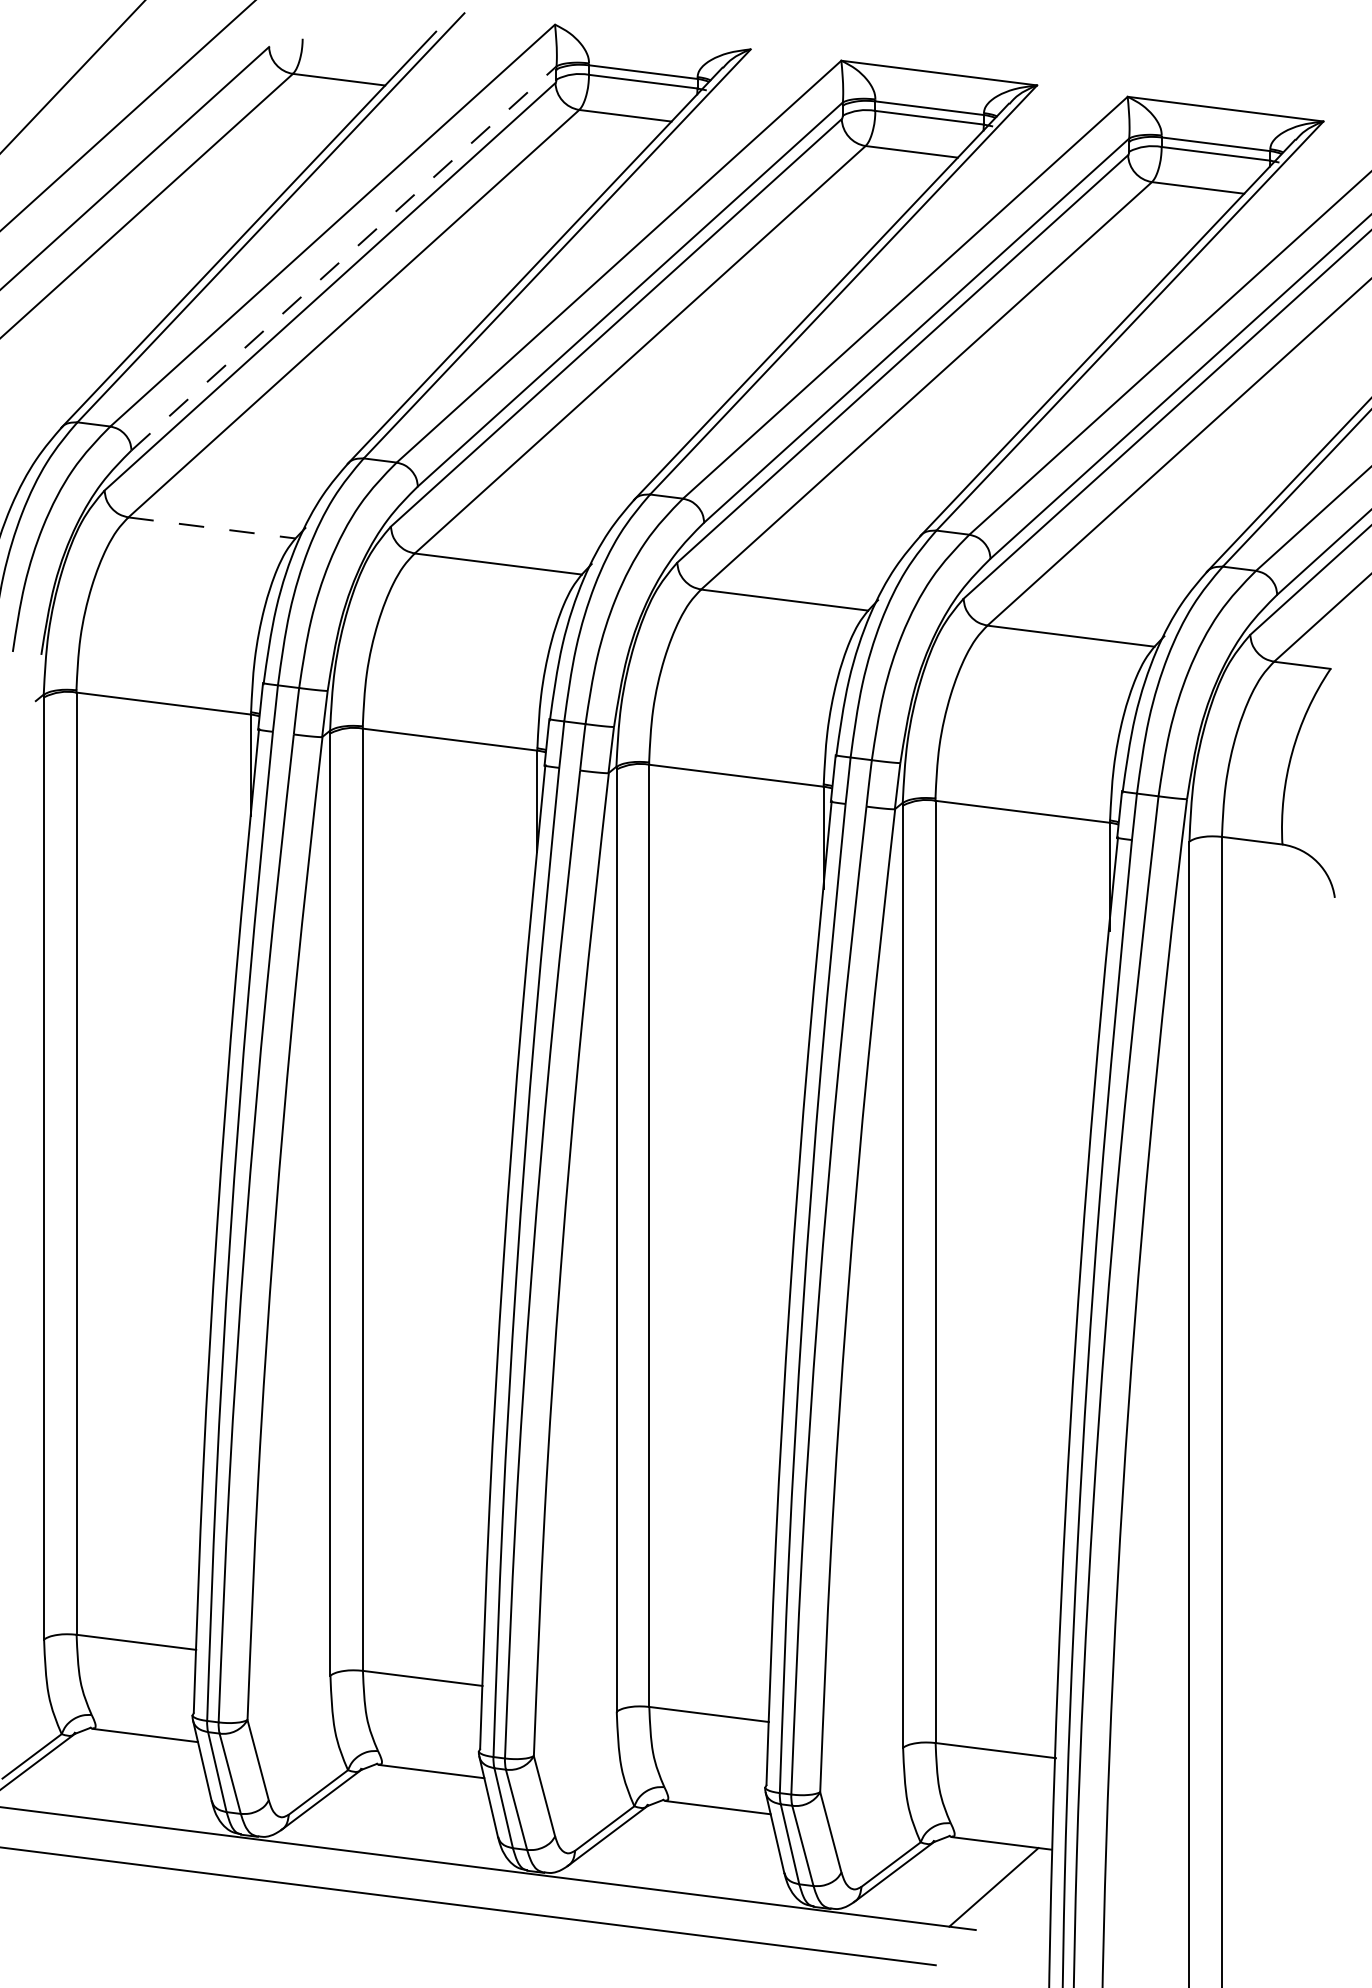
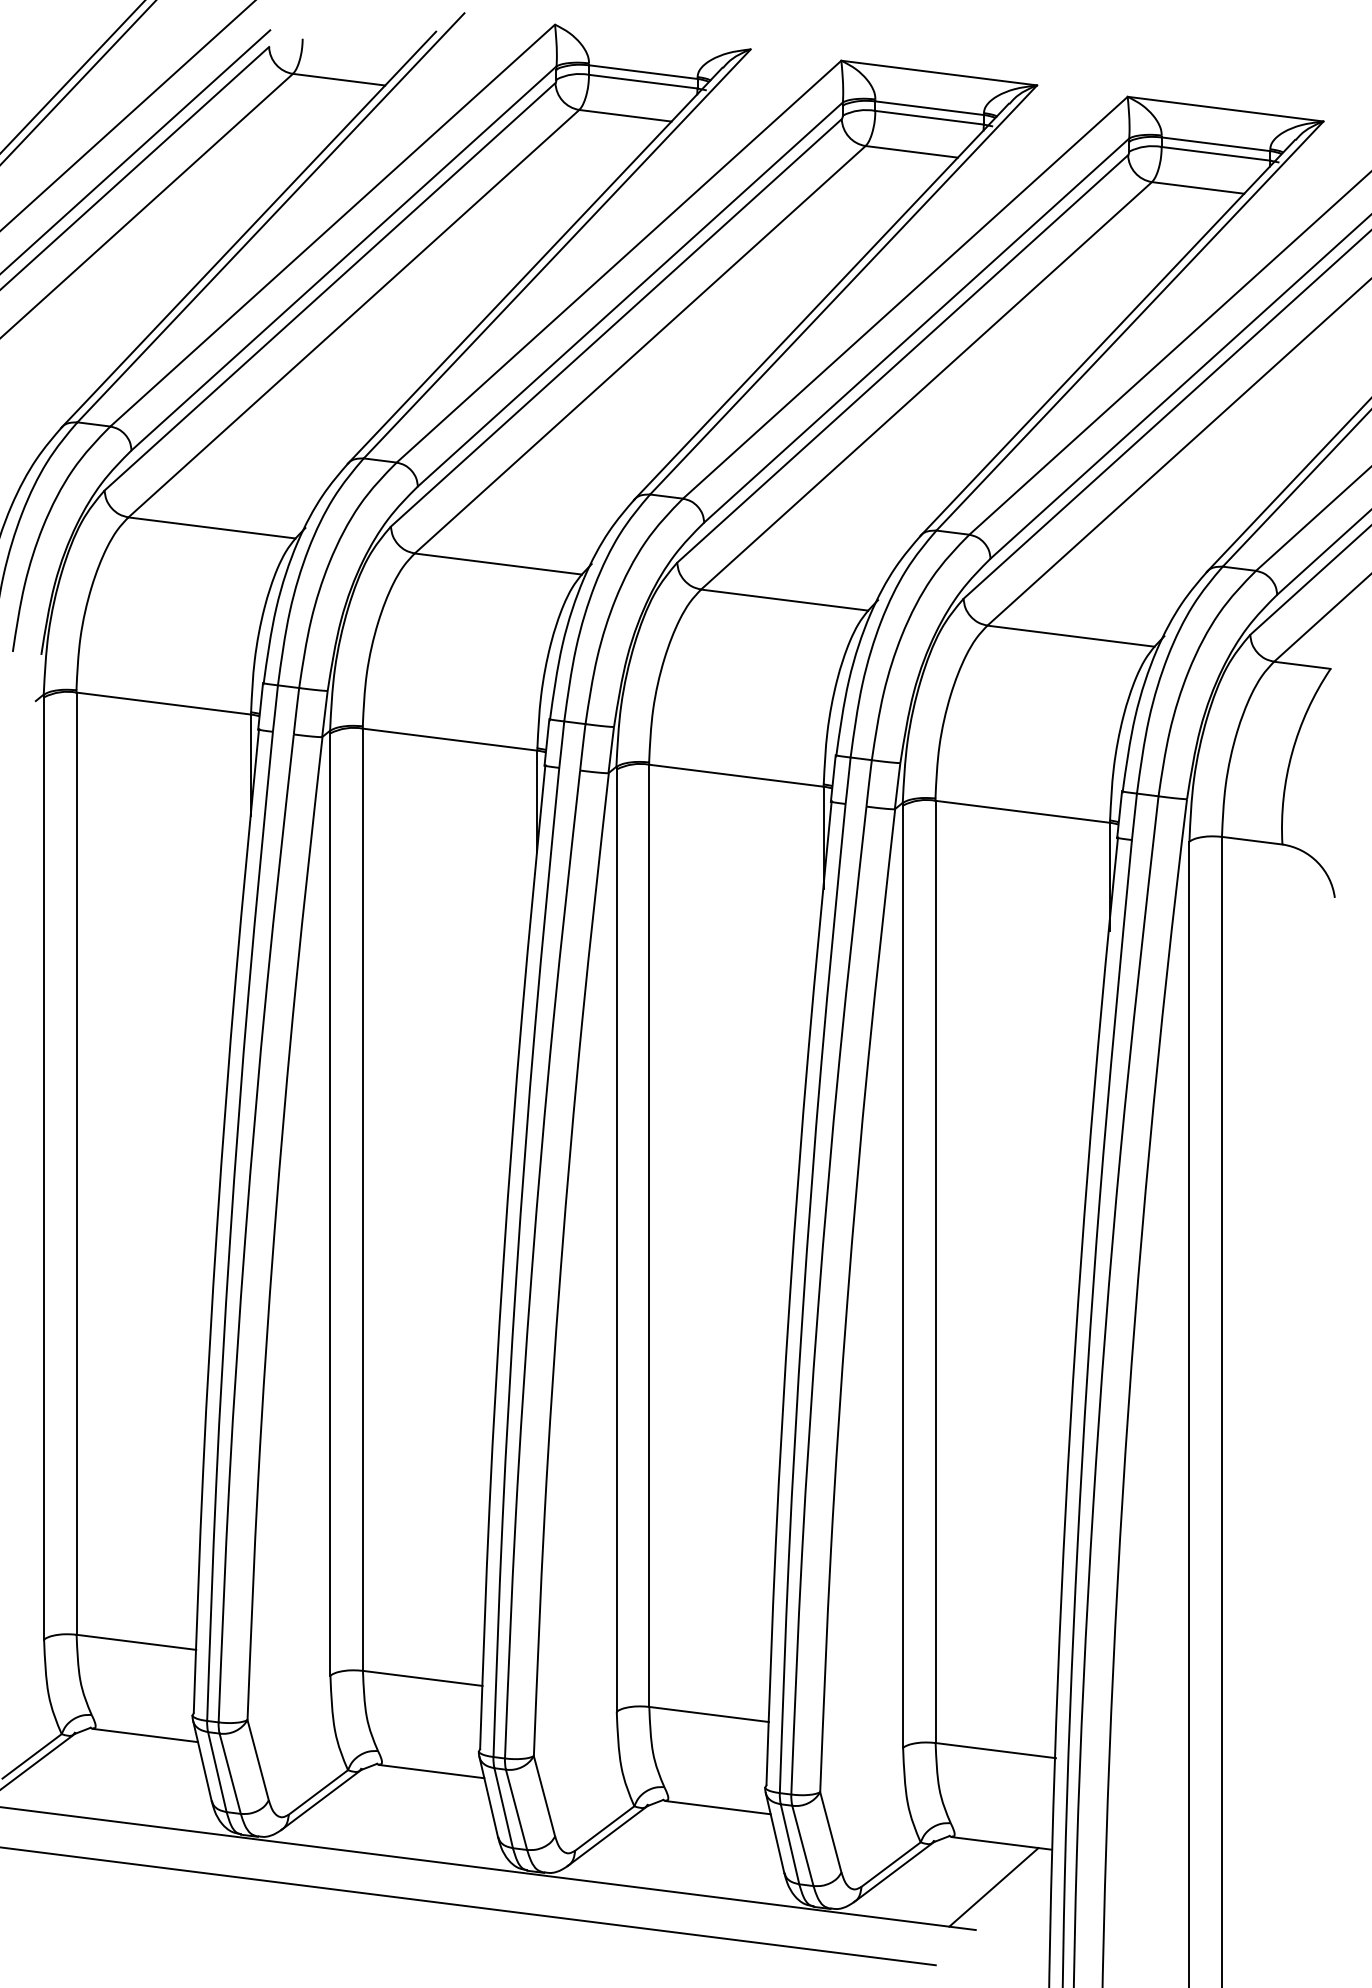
line at (78, 82): none -> present
line at (136, 151): none -> present
line at (344, 258): dashed -> solid
line at (212, 528): dashed -> solid
